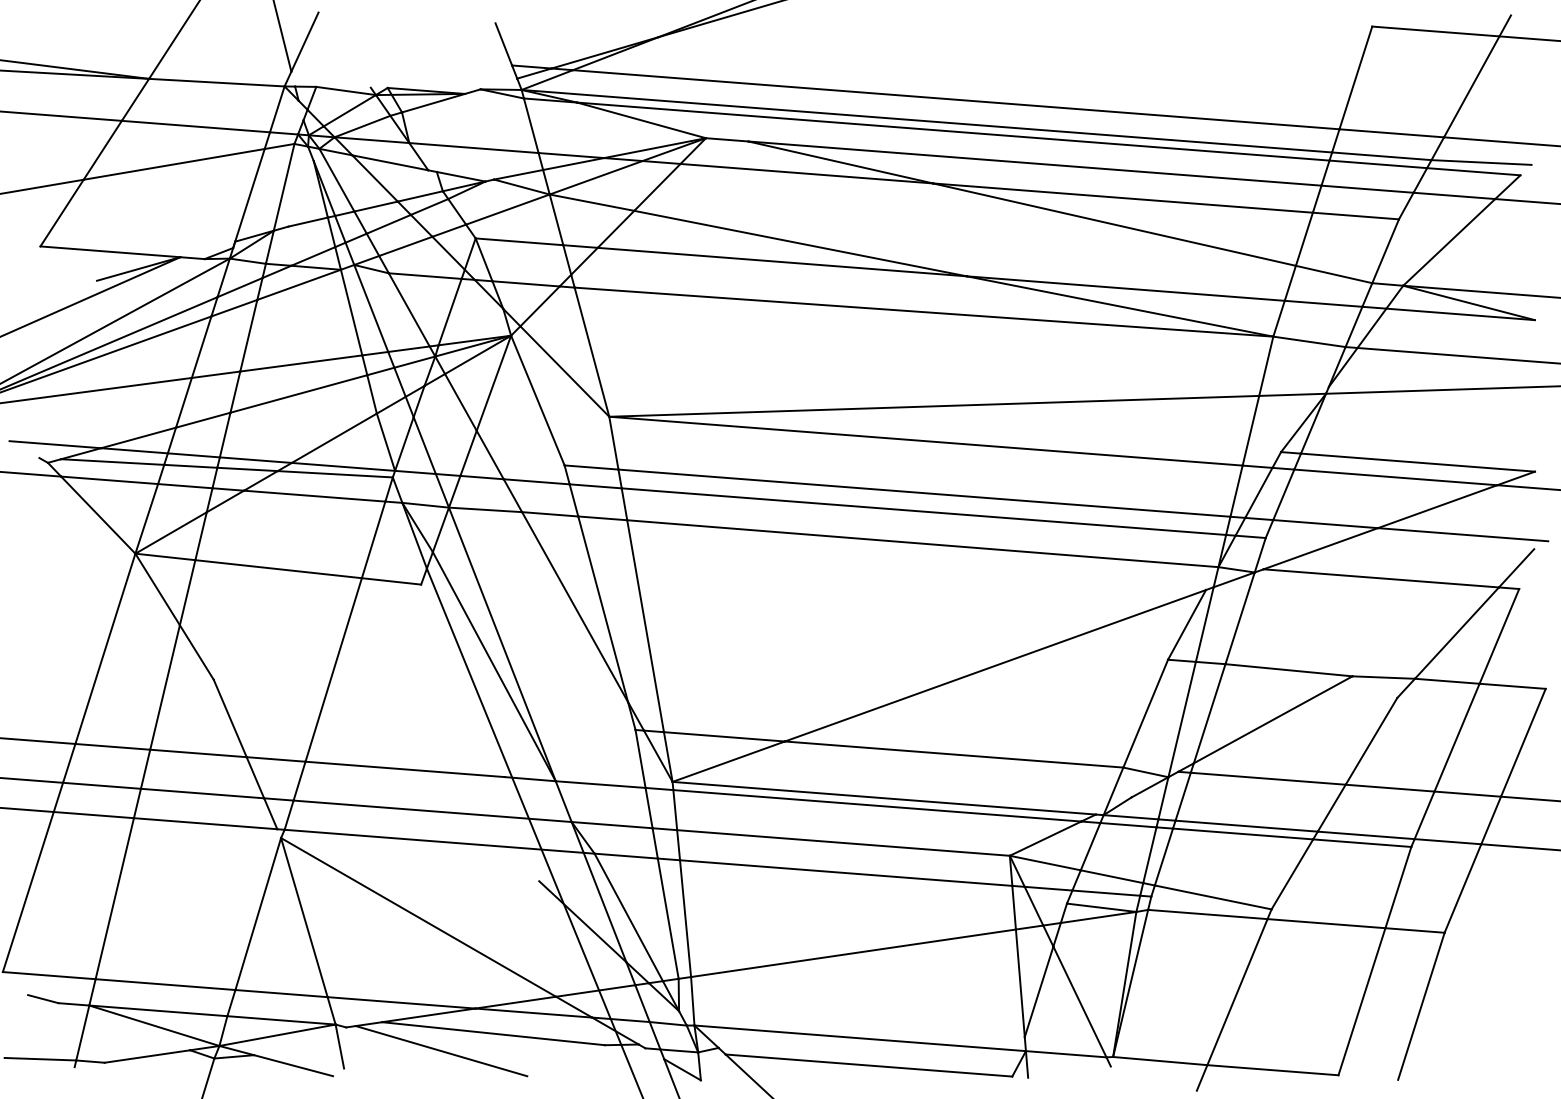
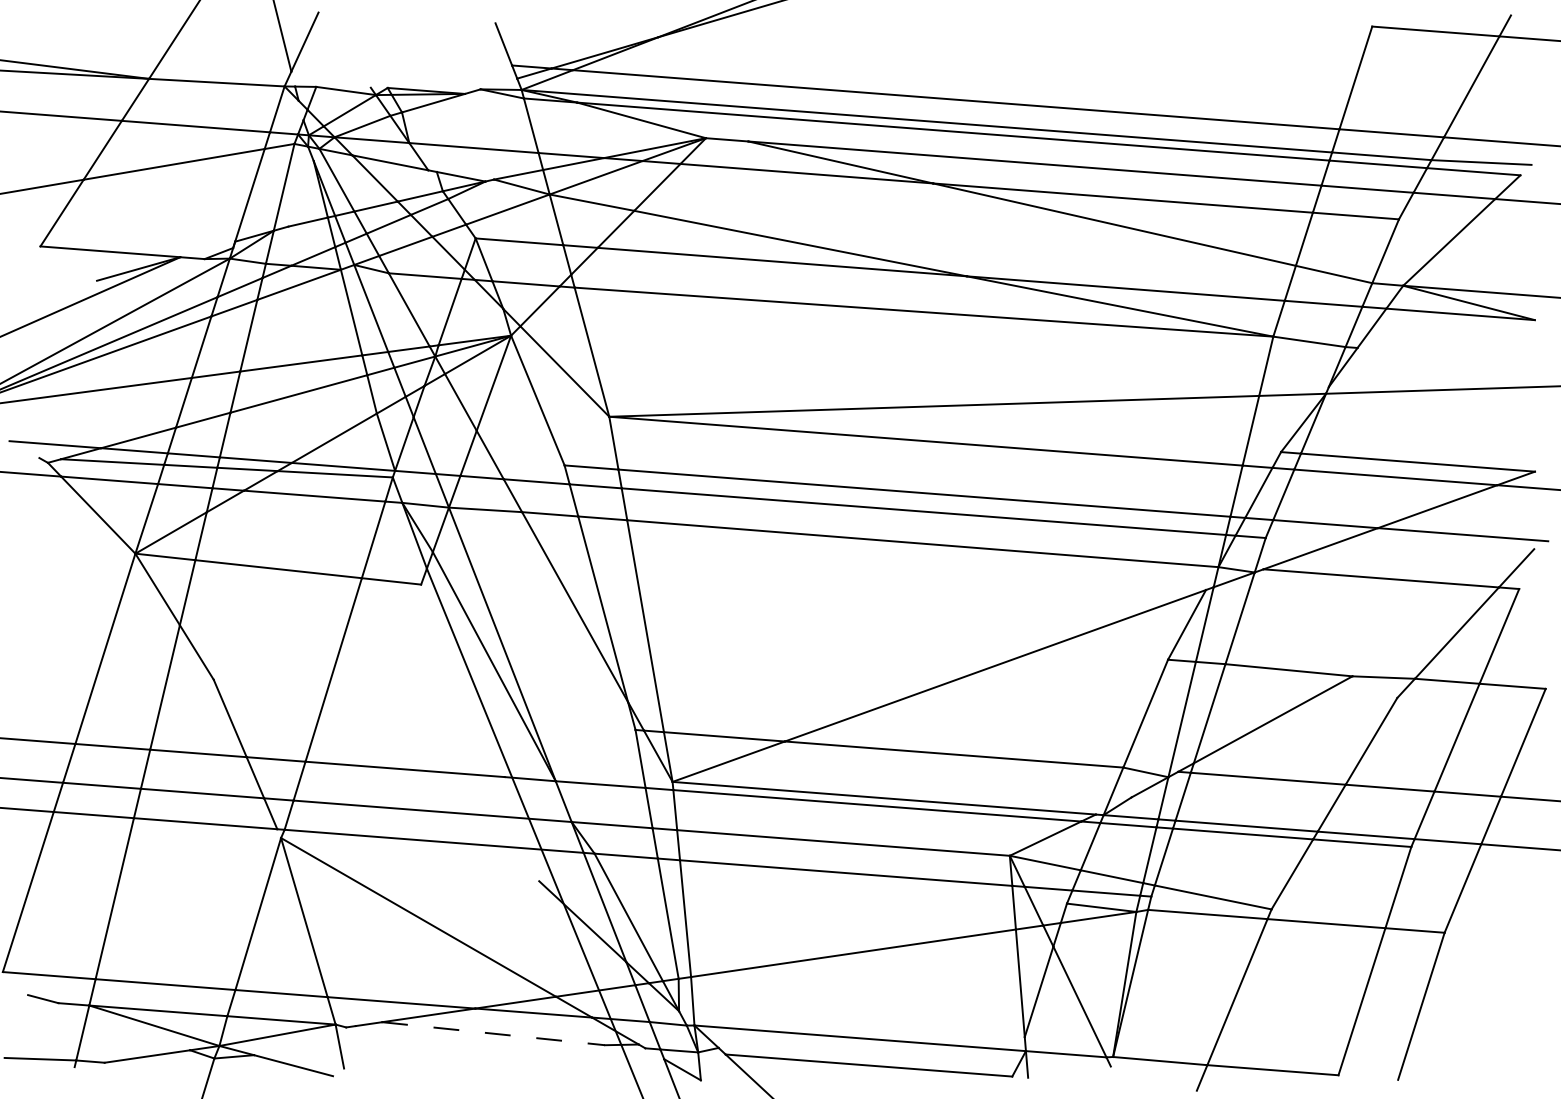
line at (1457, 355): present -> none
line at (494, 1033): solid -> dashed
line at (441, 1051): present -> none
